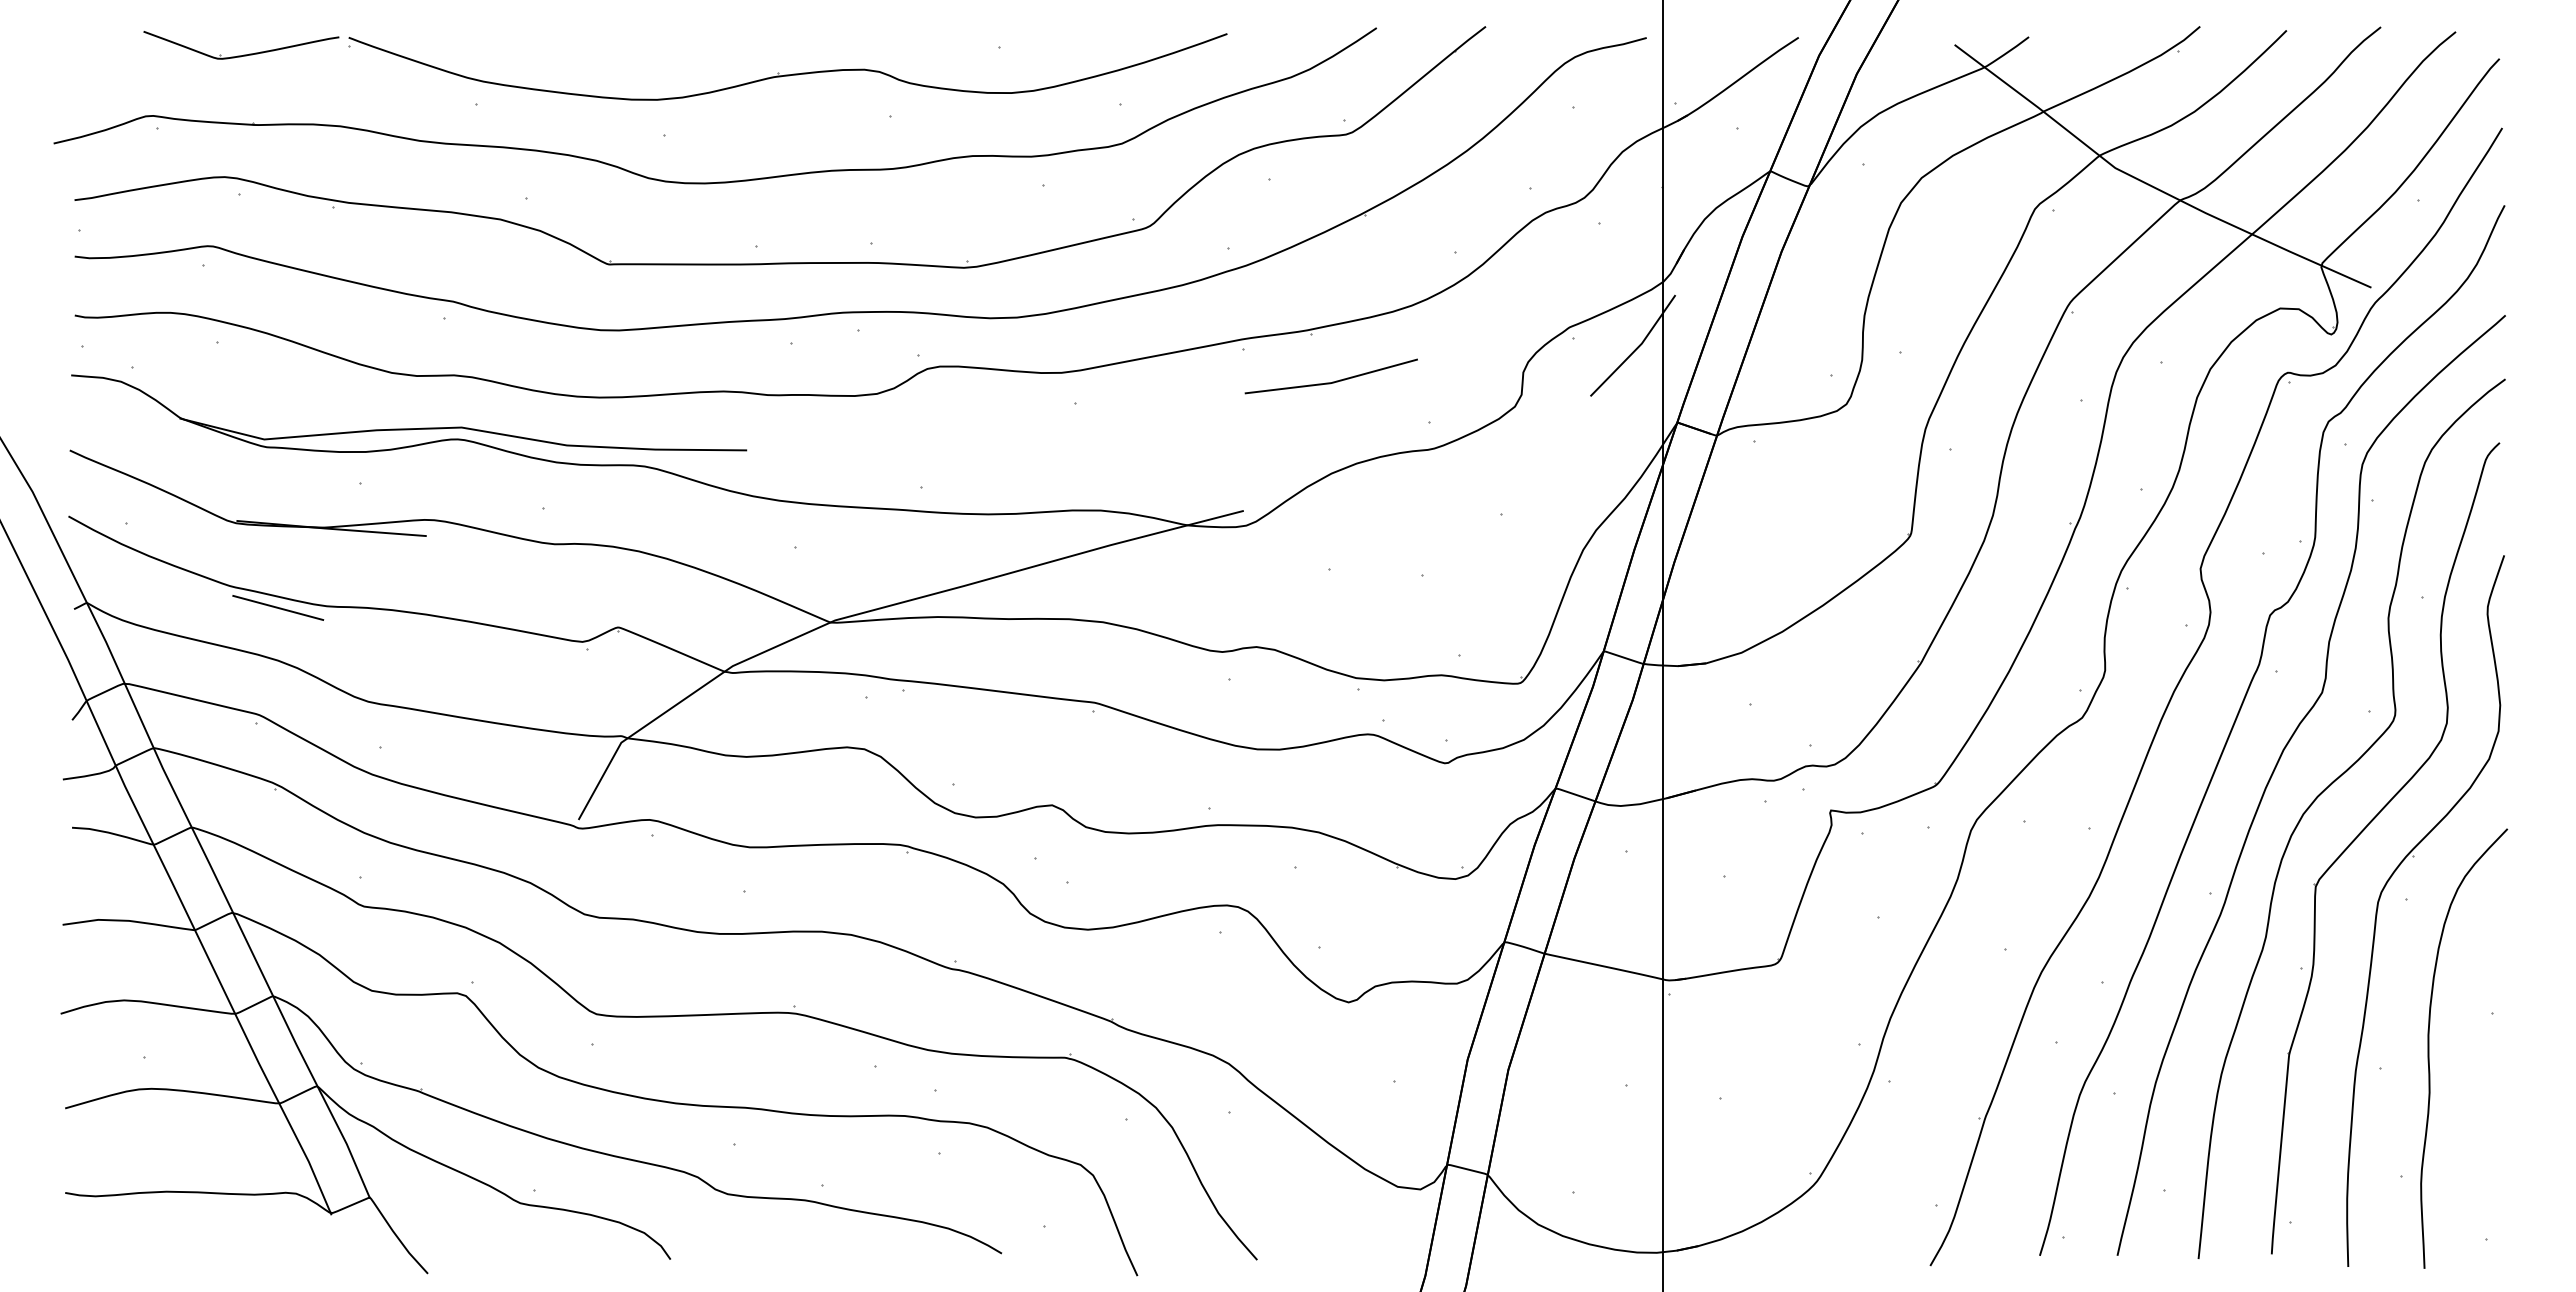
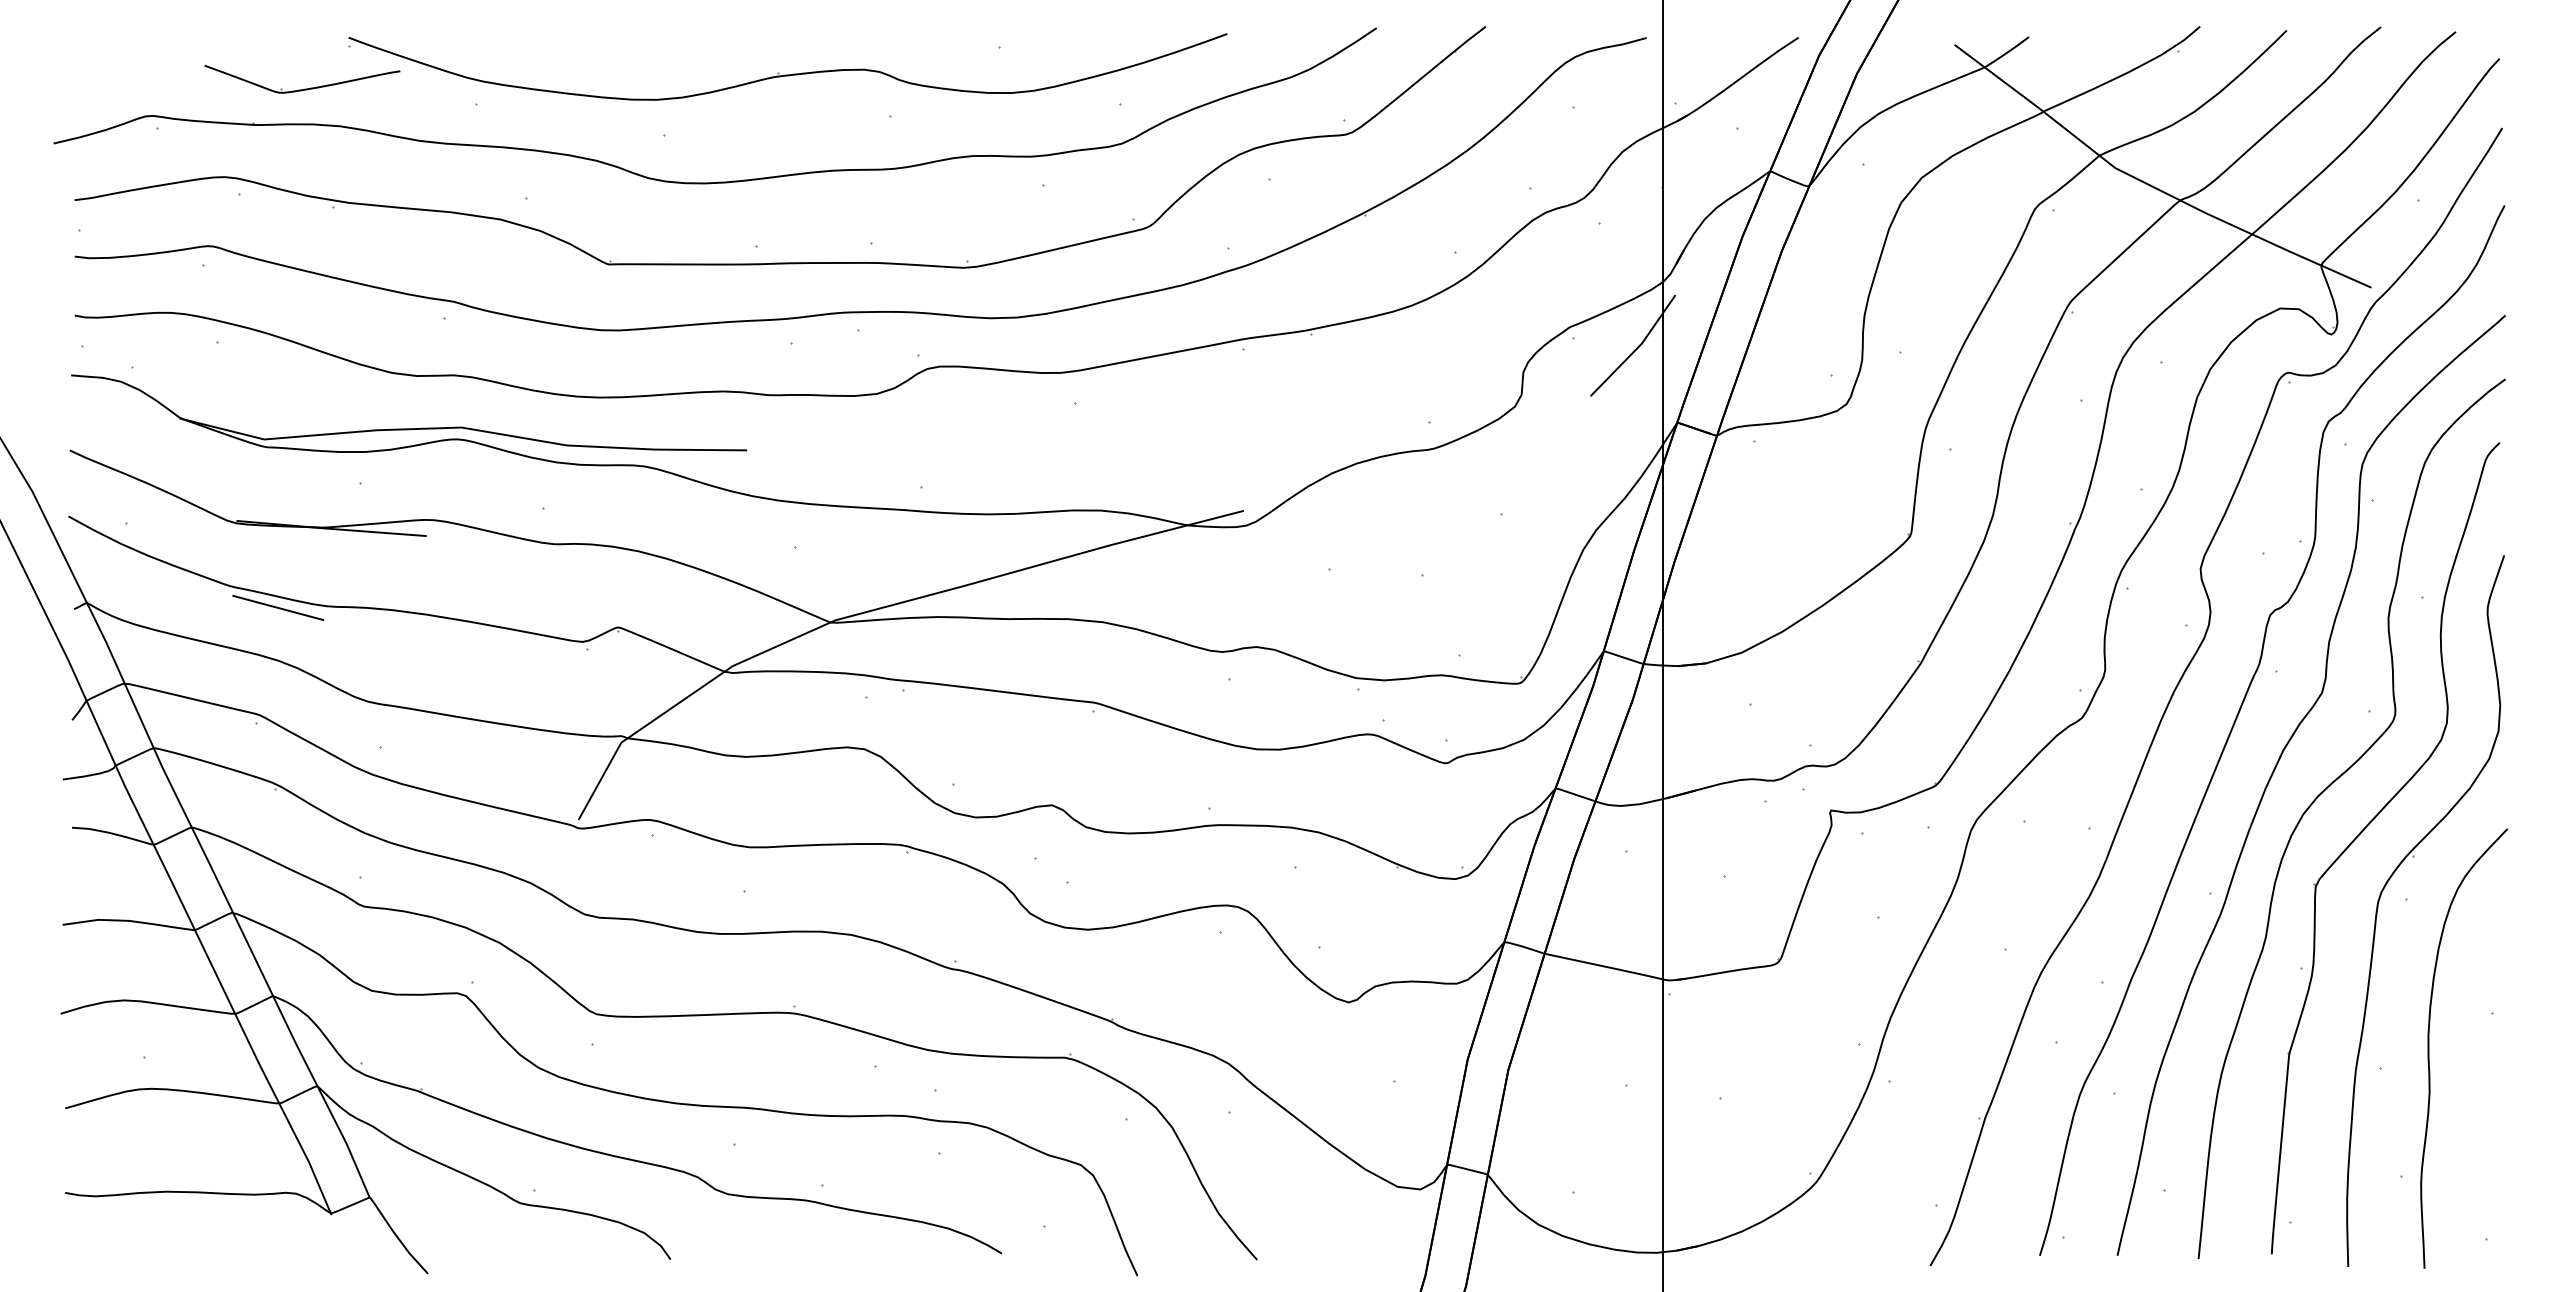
part at (243, 54) position: (243, 54) -> (304, 88)
line at (1332, 381): present -> none
